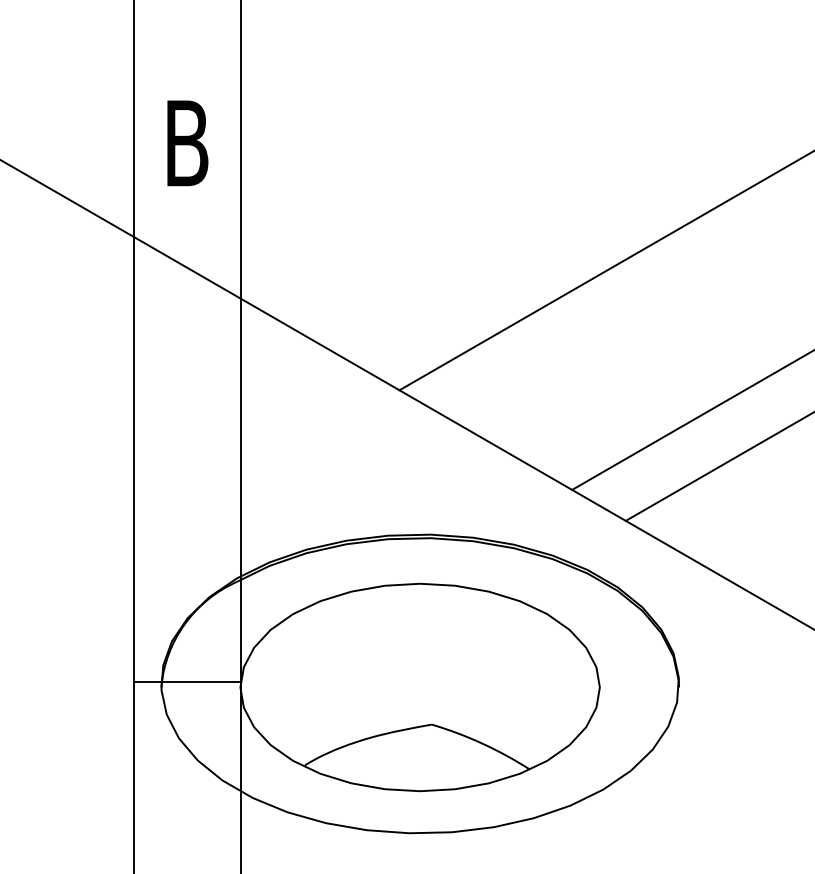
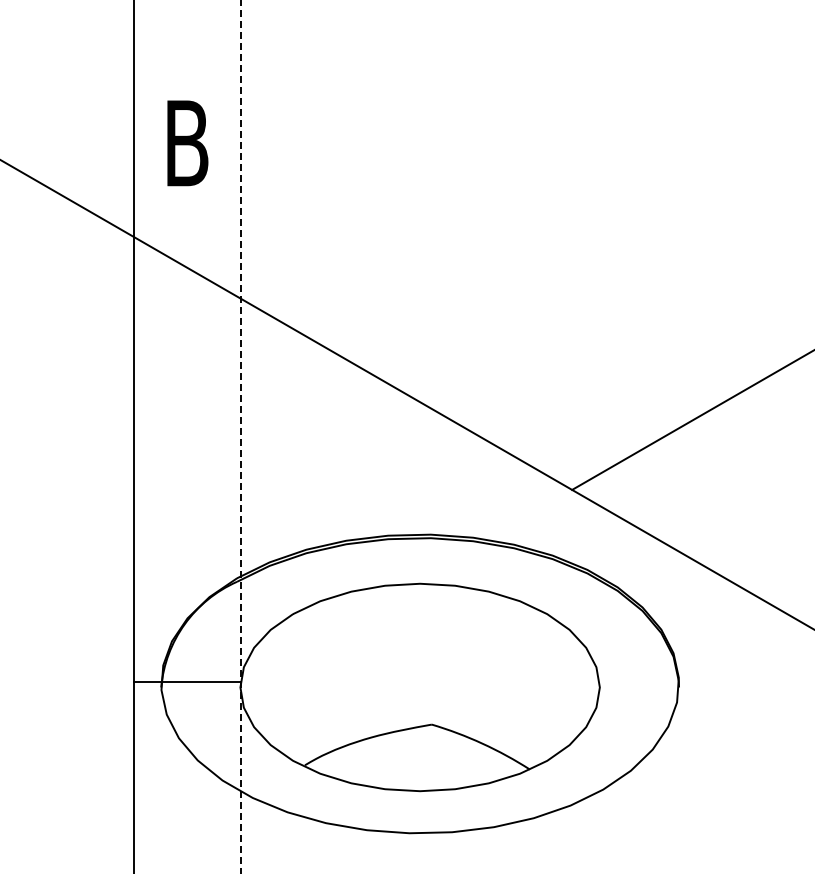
line at (605, 271): present -> none
line at (241, 436): solid -> dashed
line at (718, 466): present -> none
